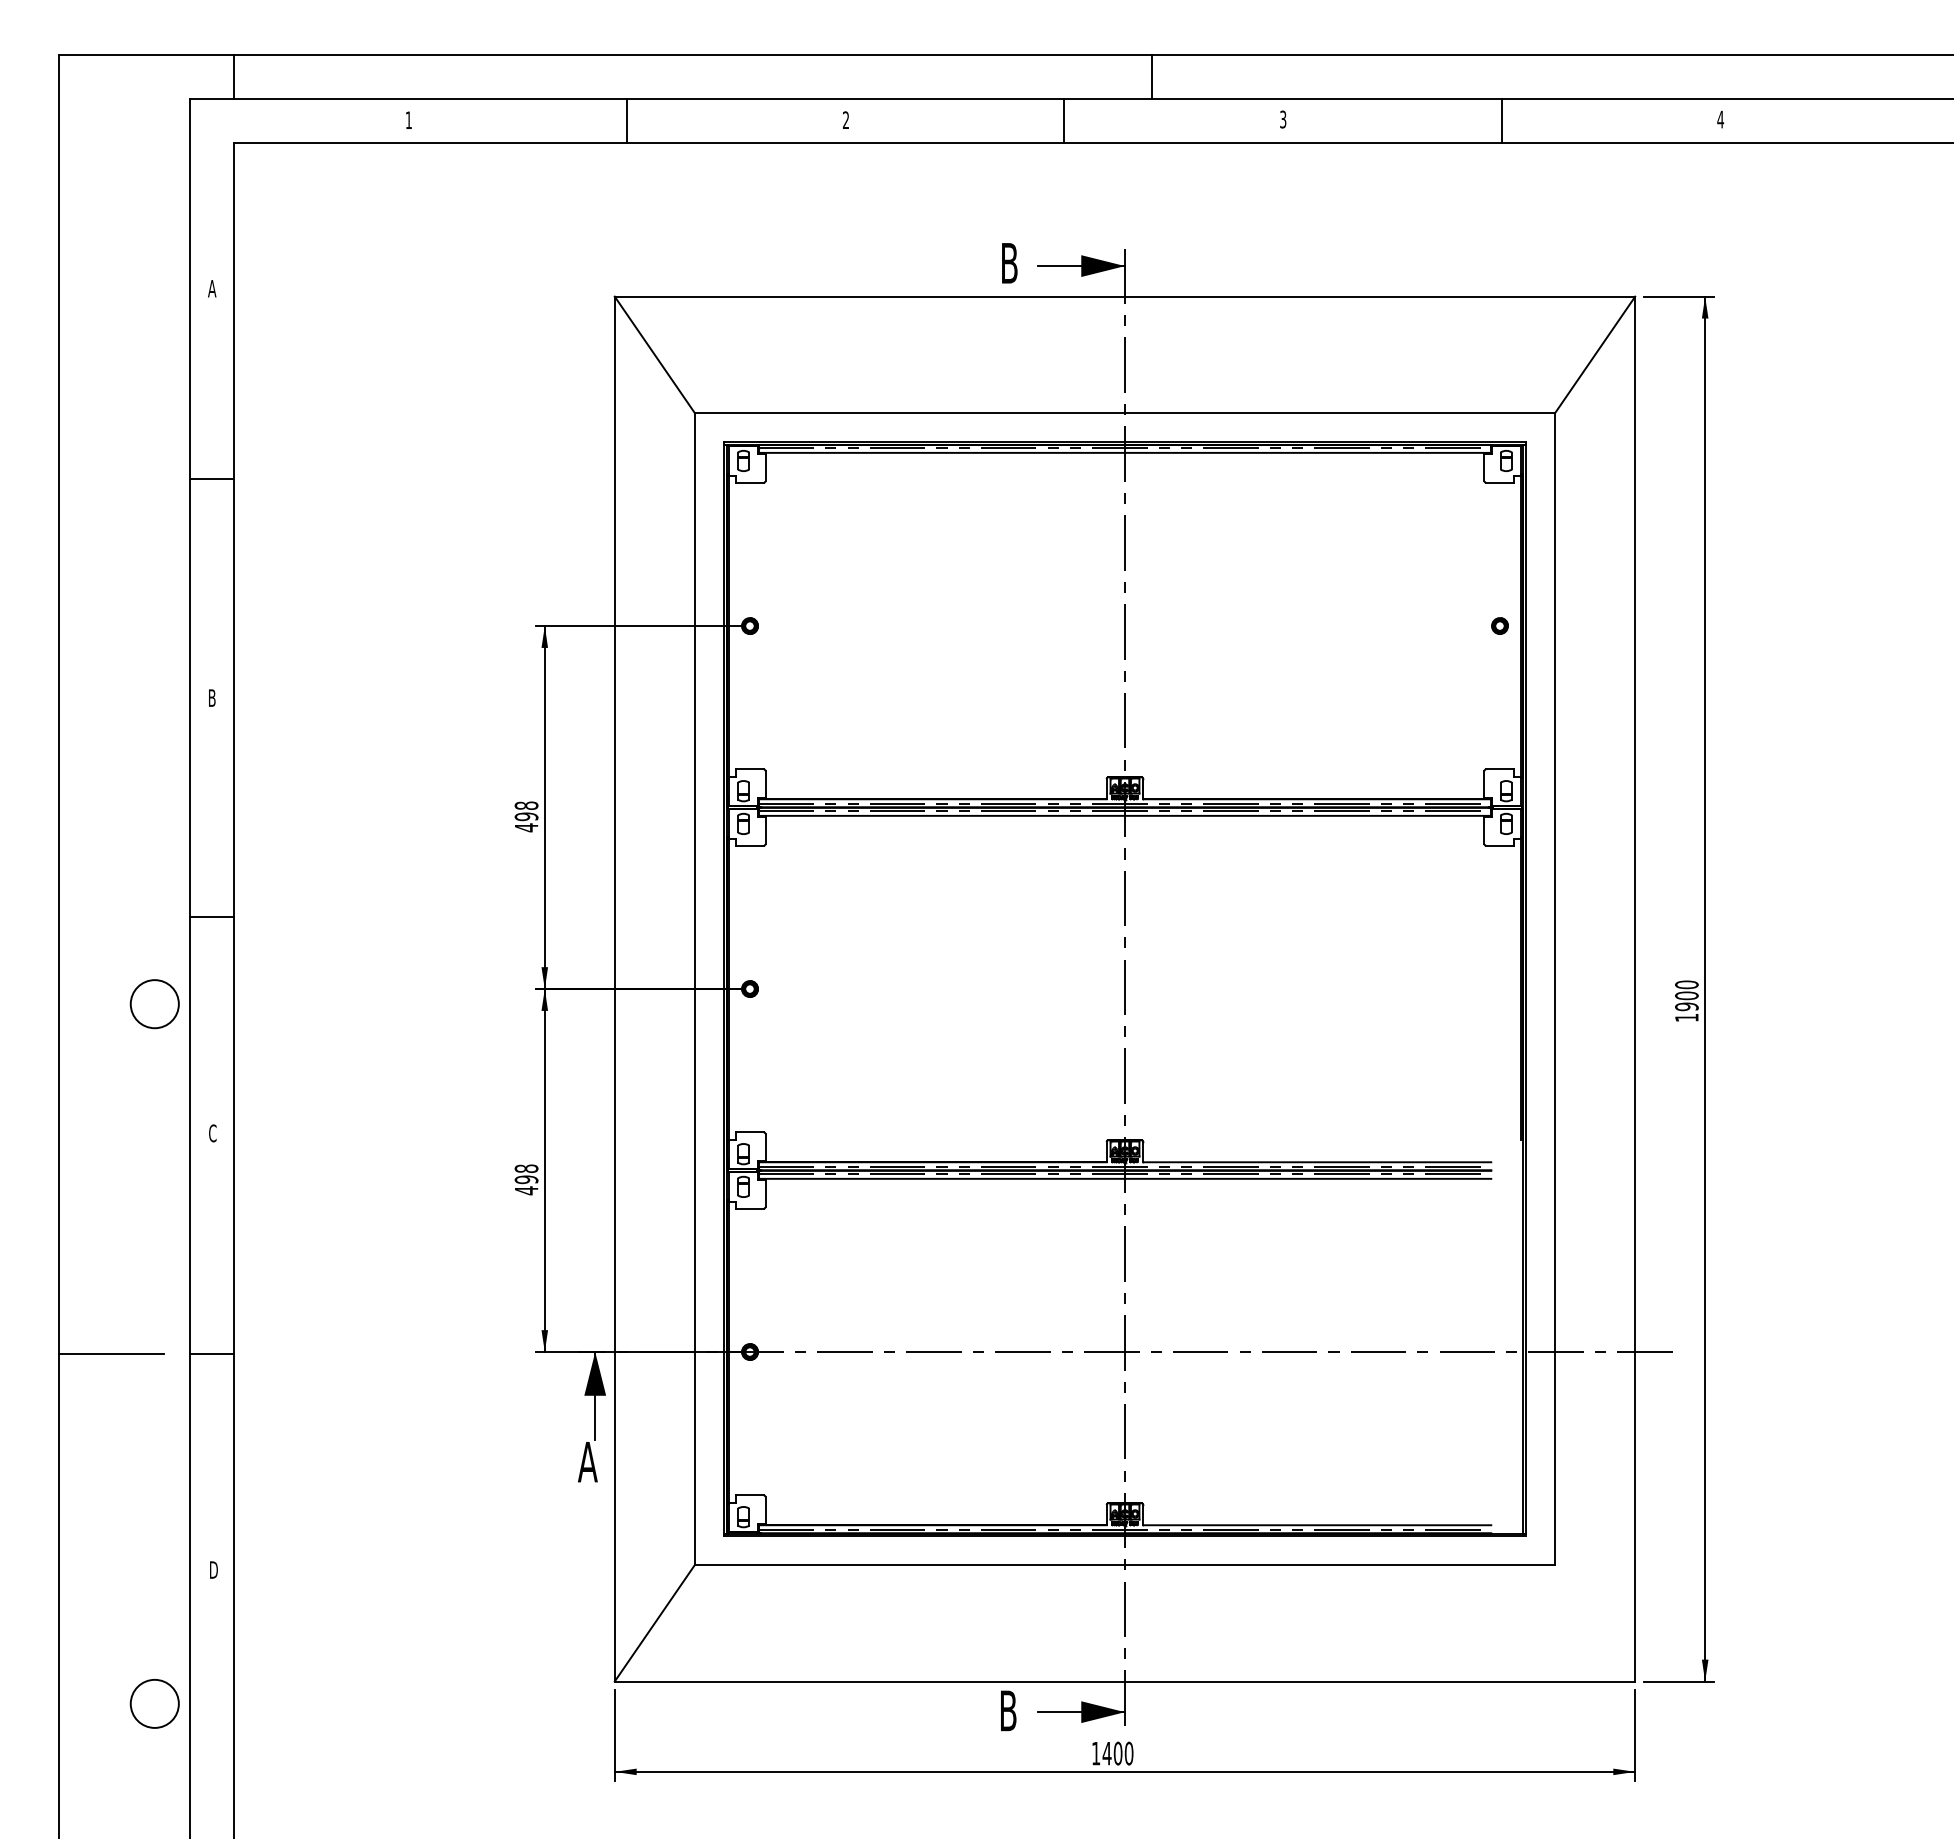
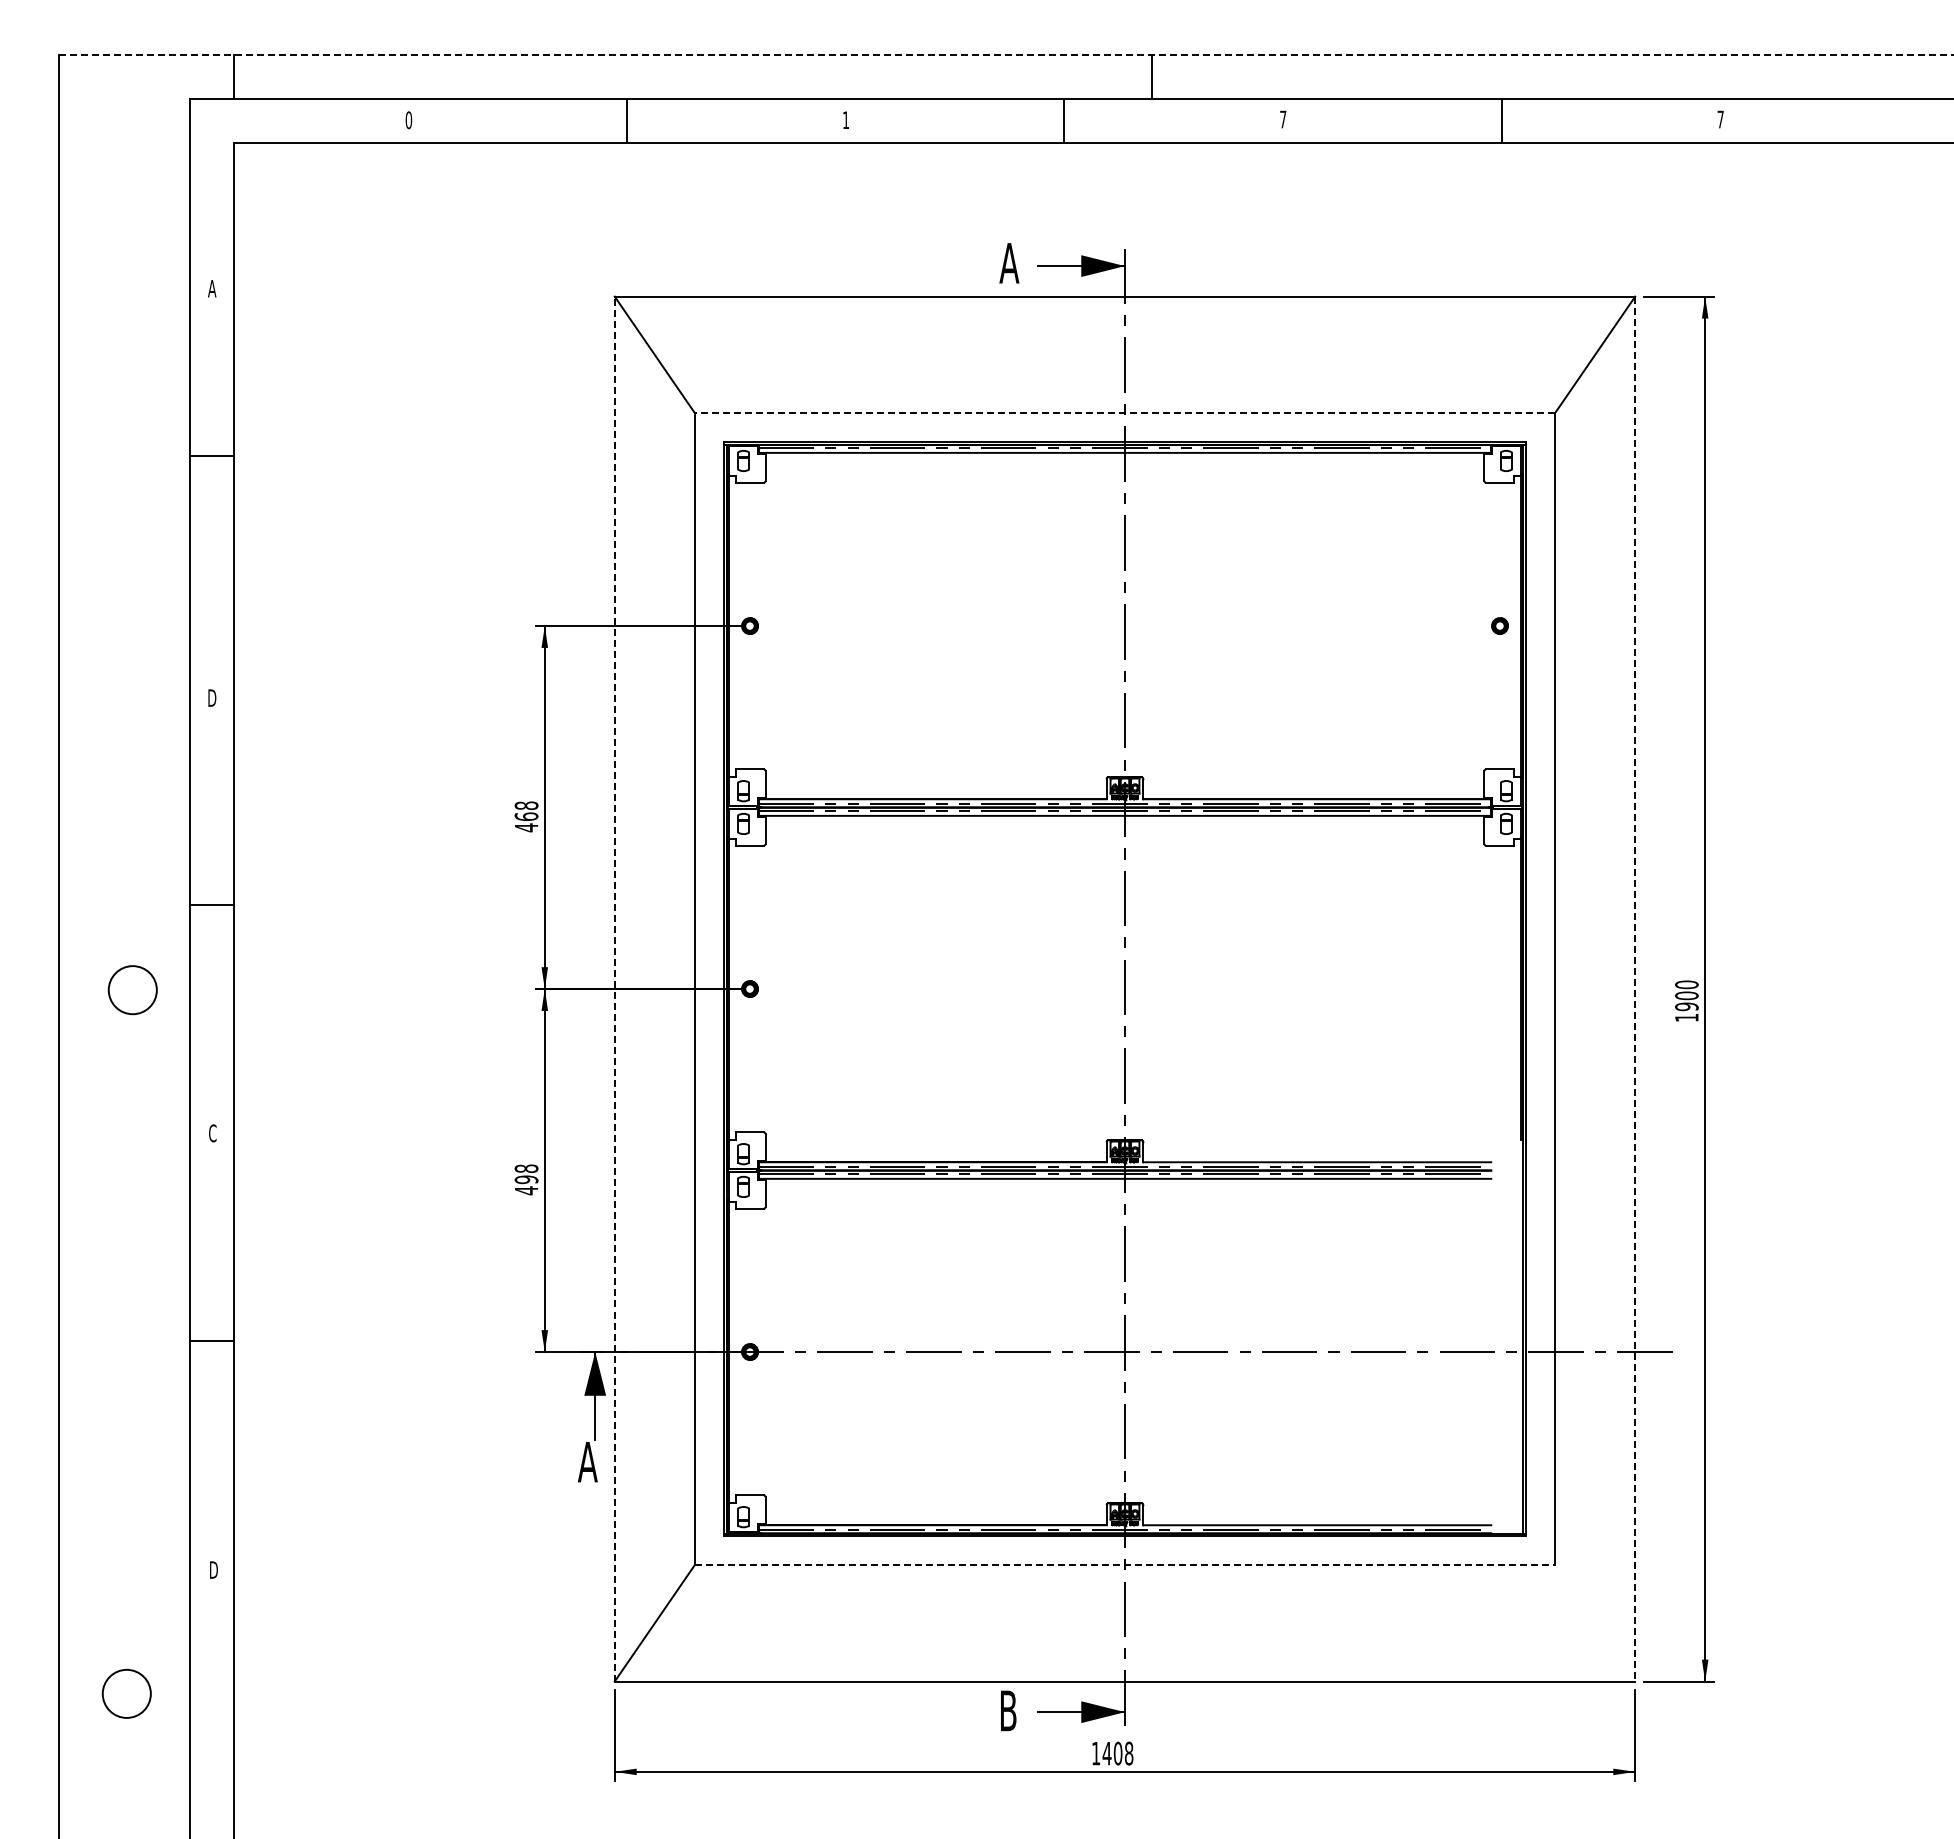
line at (1006, 55): solid -> dashed
text at (845, 119): 2 -> 1
text at (1283, 119): 3 -> 7
text at (1720, 119): 4 -> 7
text at (408, 120): 1 -> 0
text at (1009, 263): B -> A
line at (1124, 413): solid -> dashed
line at (211, 479) position: (211, 479) -> (211, 456)
text at (212, 697): B -> D
text at (526, 816): 498 -> 468
line at (211, 916) position: (211, 916) -> (211, 904)
line at (614, 988): solid -> dashed
line at (1635, 989): solid -> dashed
circle at (154, 1004) position: (154, 1004) -> (132, 990)
line at (110, 1354): present -> none
line at (211, 1354) position: (211, 1354) -> (211, 1341)
line at (1125, 1564): solid -> dashed
circle at (154, 1703) position: (154, 1703) -> (126, 1693)
text at (1128, 1753): 1400 -> 1408
